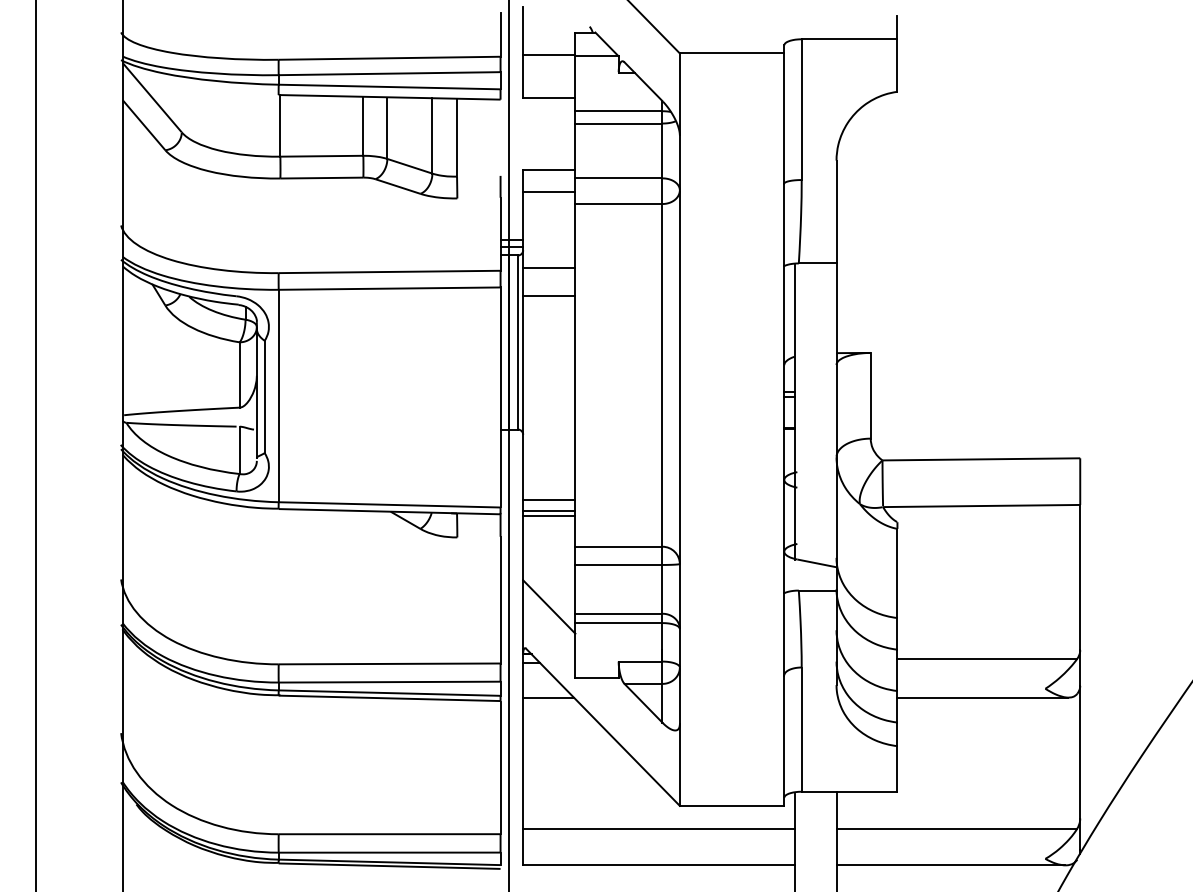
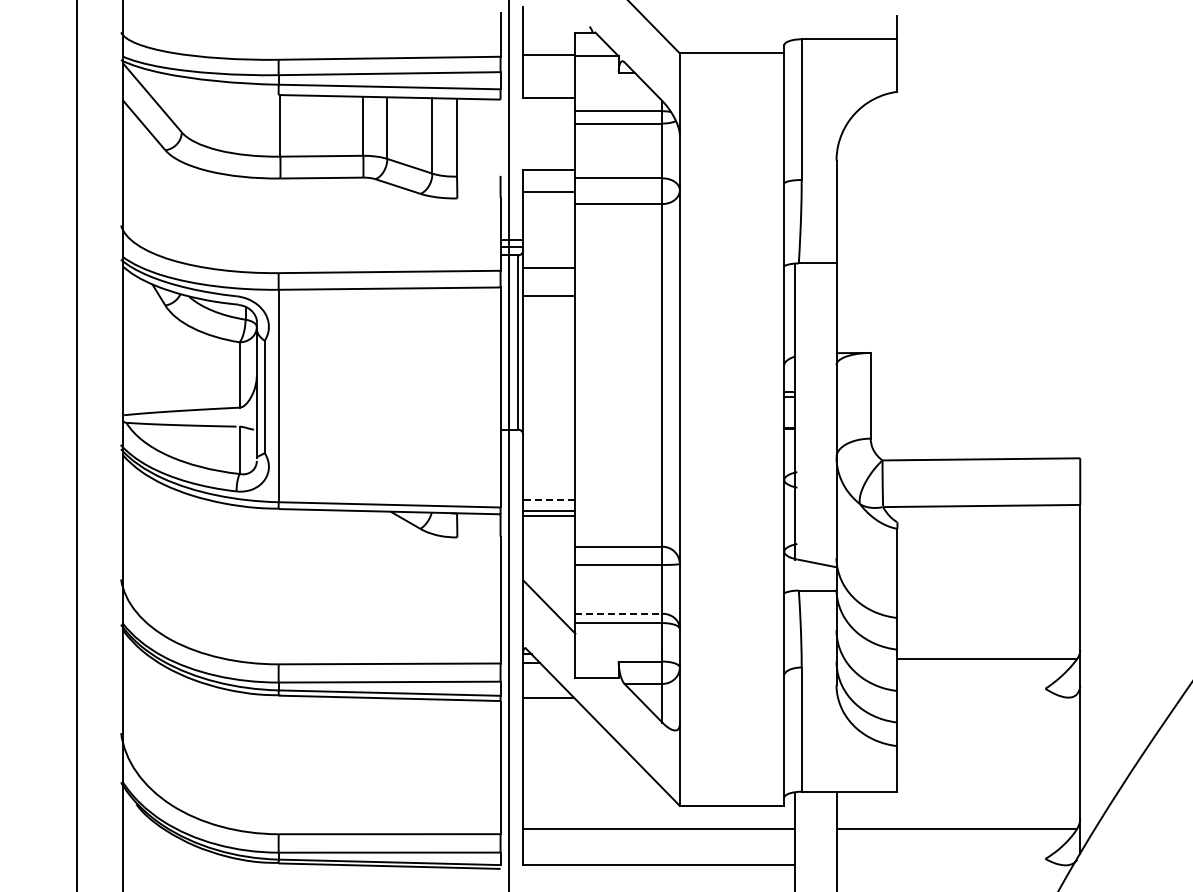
line at (35, 445) position: (35, 445) -> (76, 445)
line at (548, 499): solid -> dashed
line at (618, 613): solid -> dashed
line at (982, 697): present -> none
line at (950, 865): present -> none
